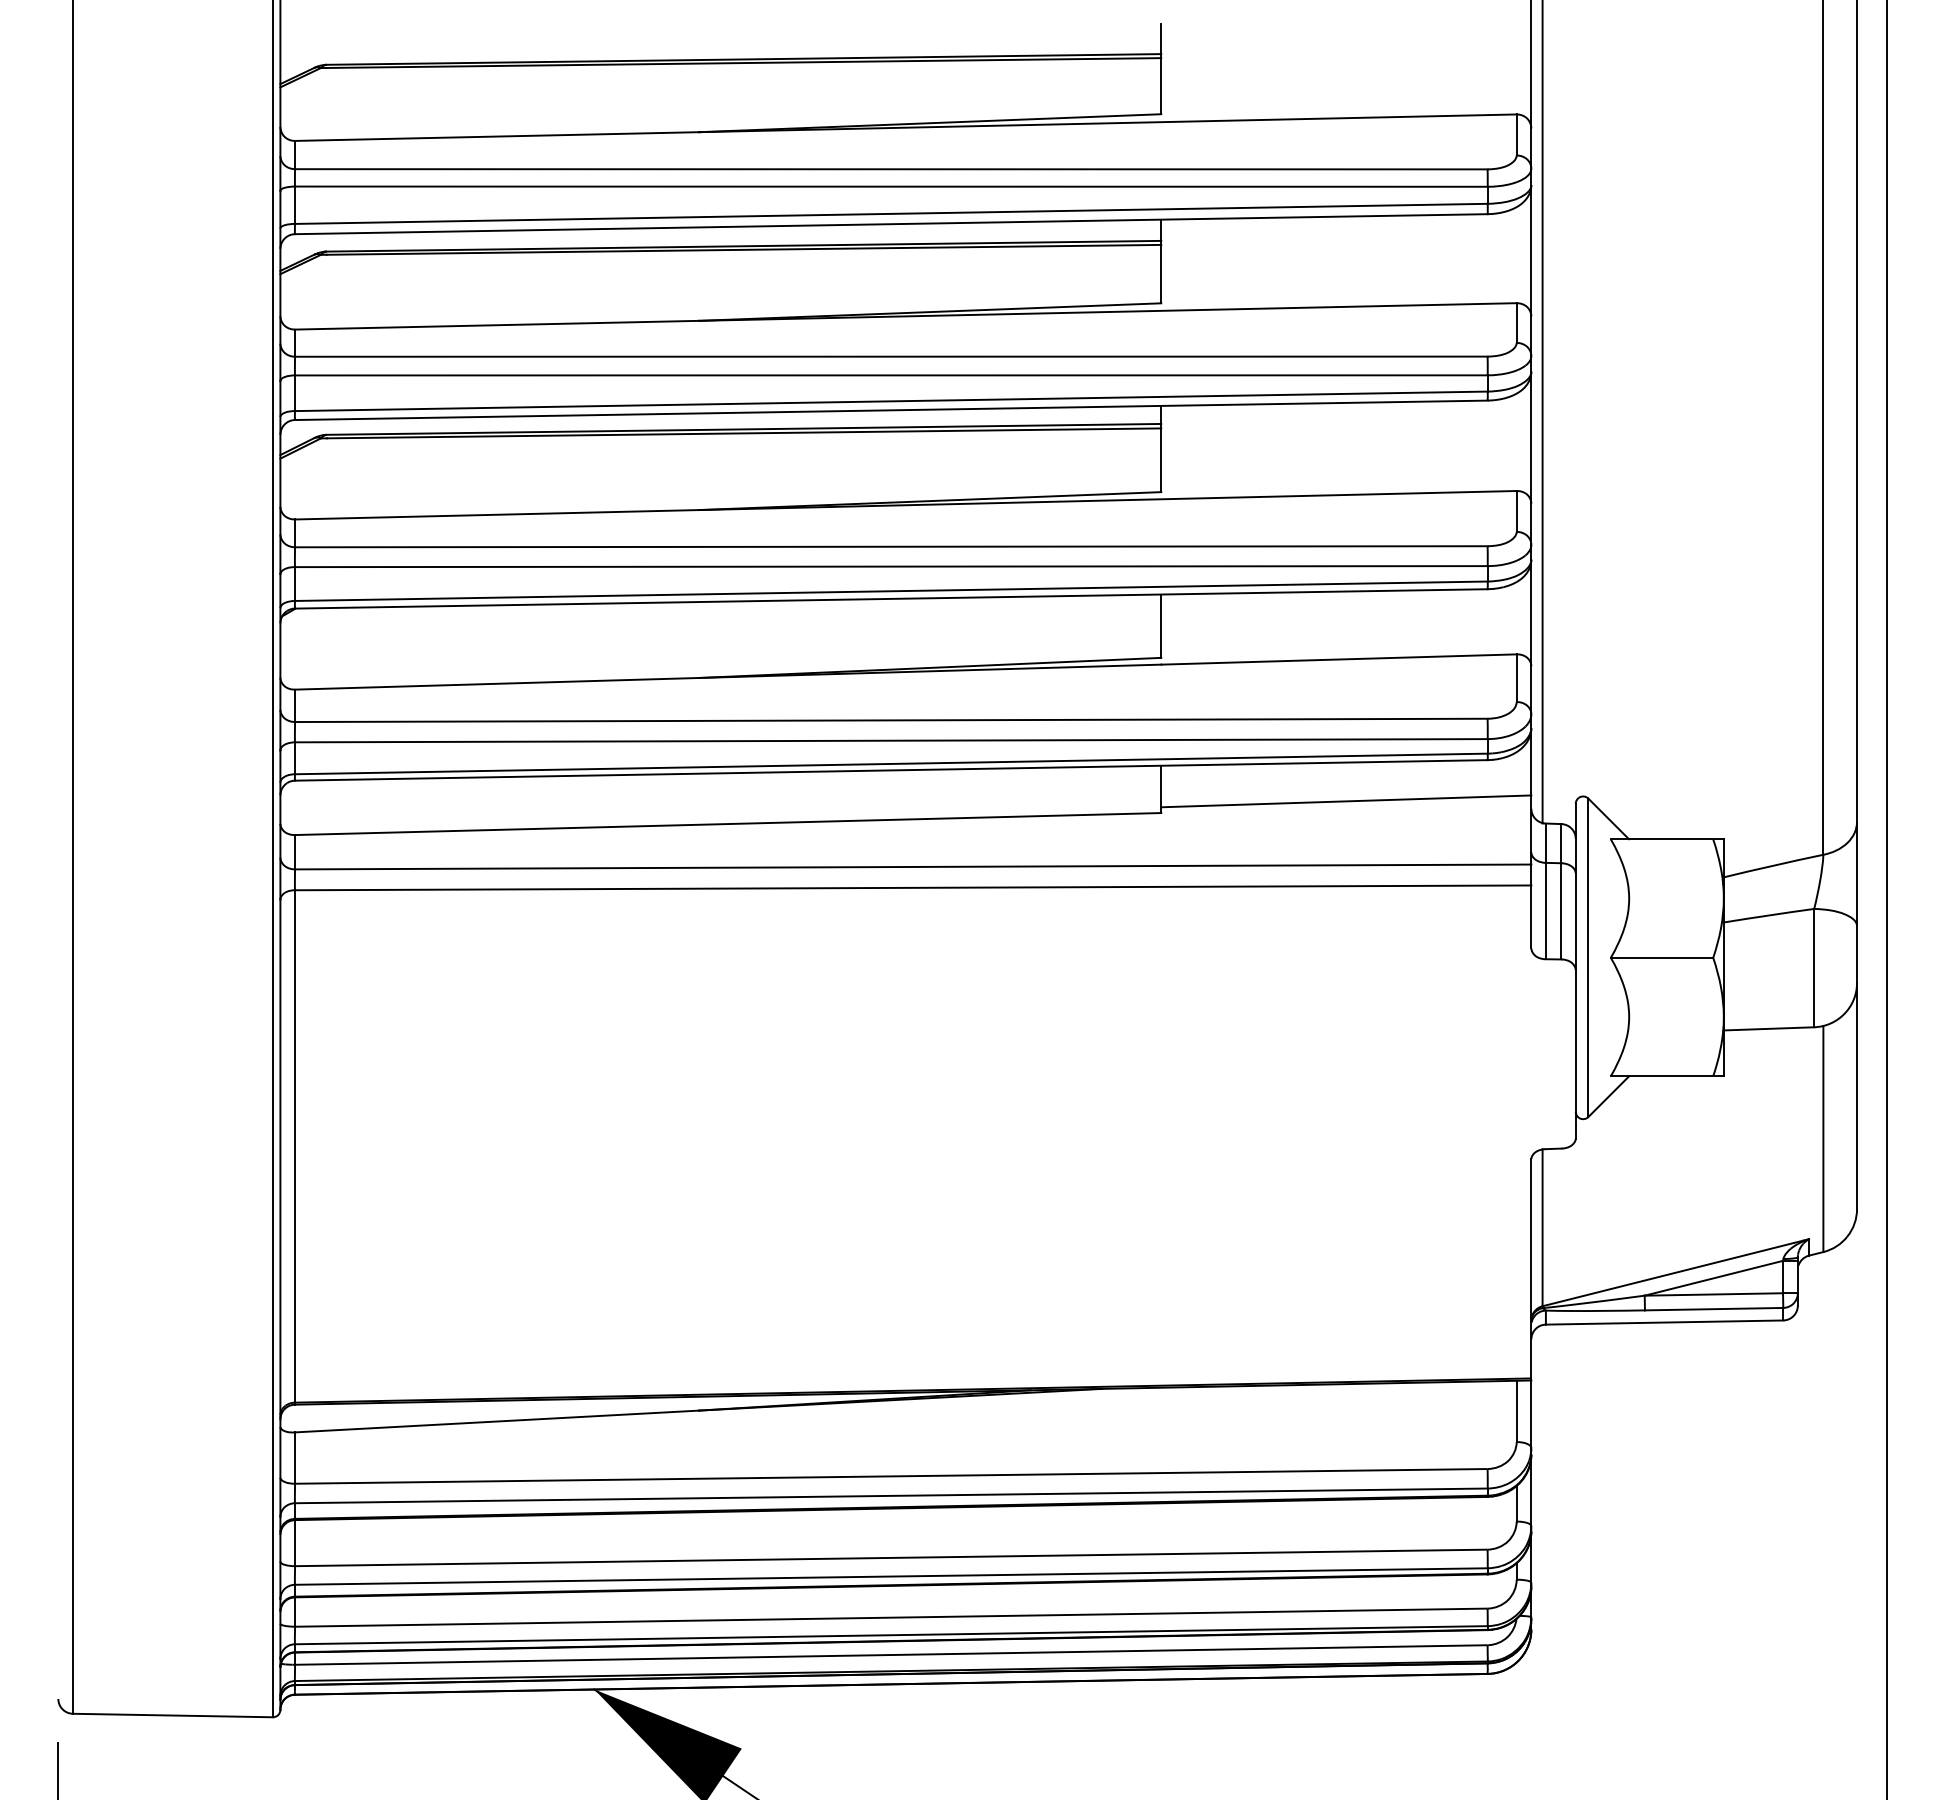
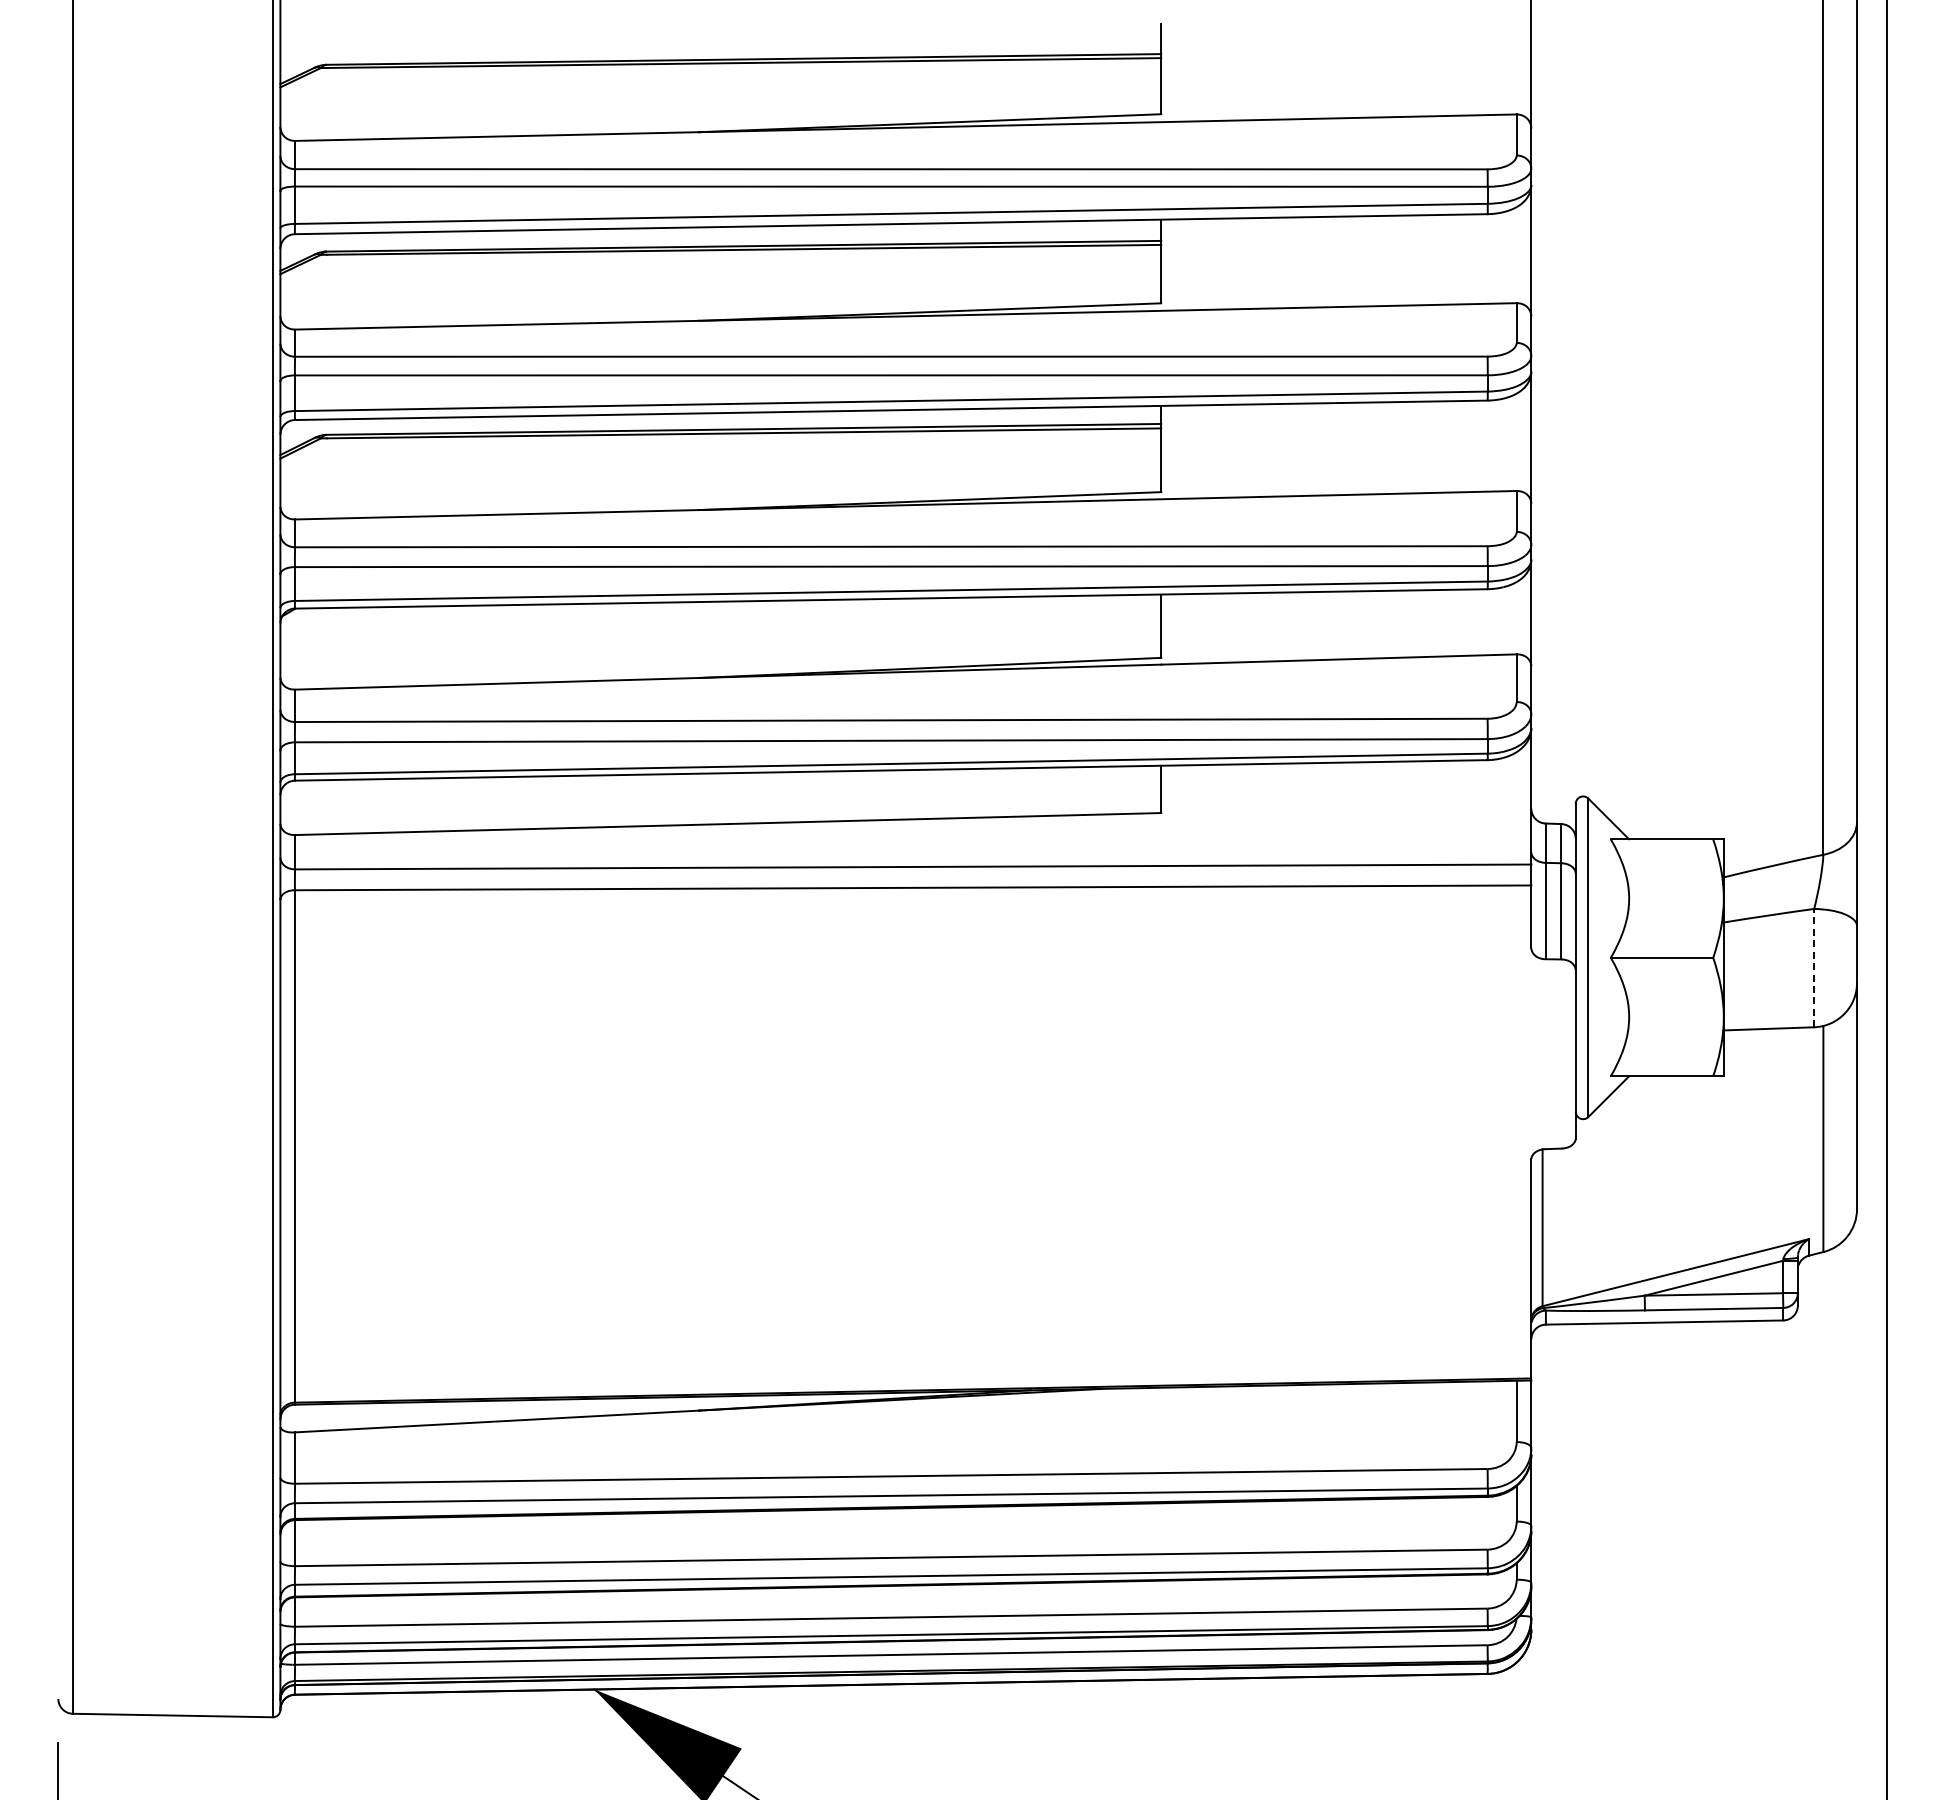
line at (1542, 412): present -> none
line at (1346, 801): present -> none
line at (1814, 967): solid -> dashed
